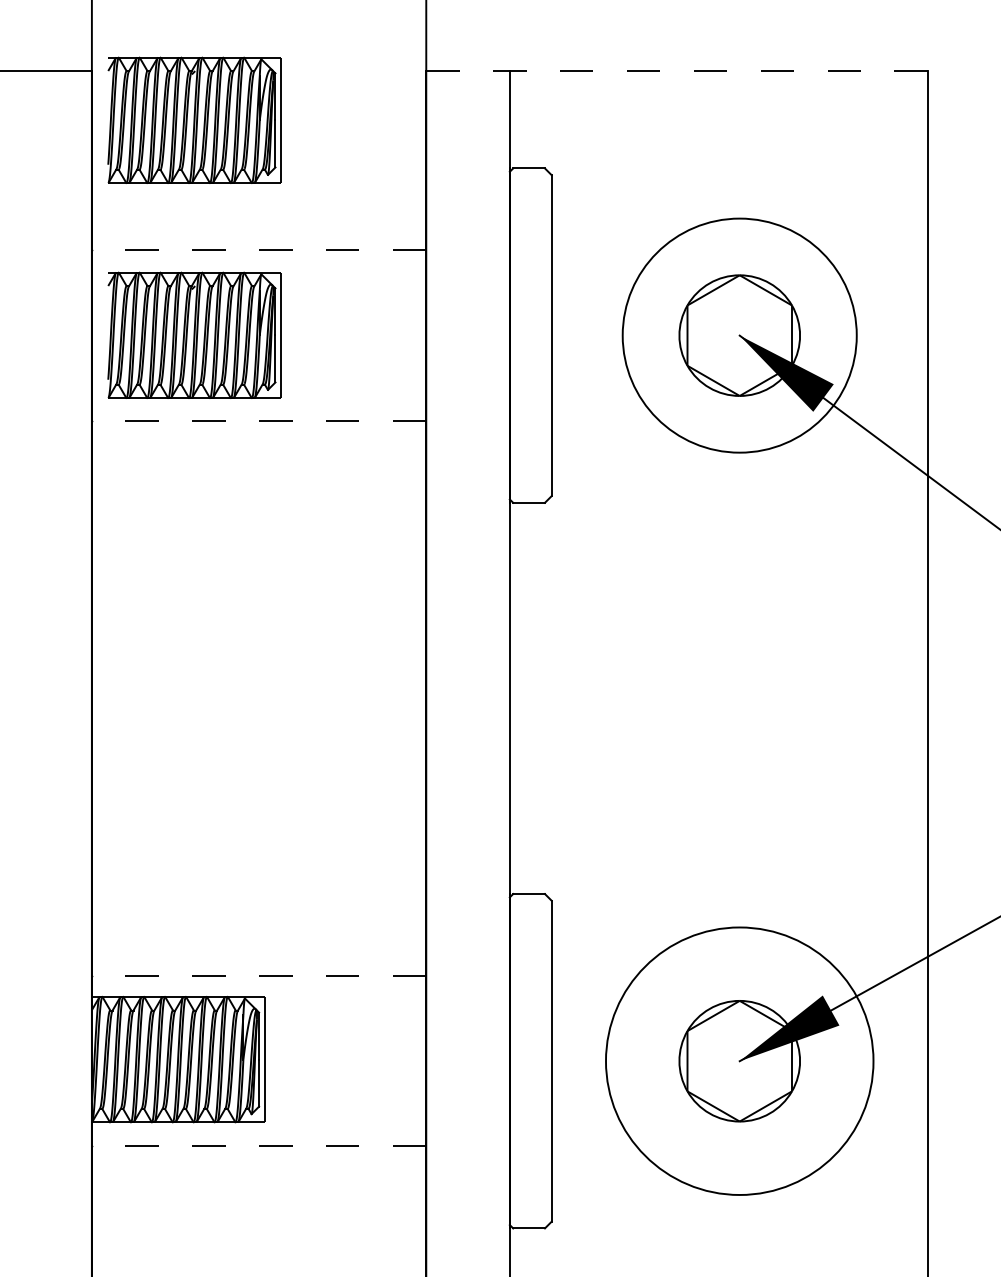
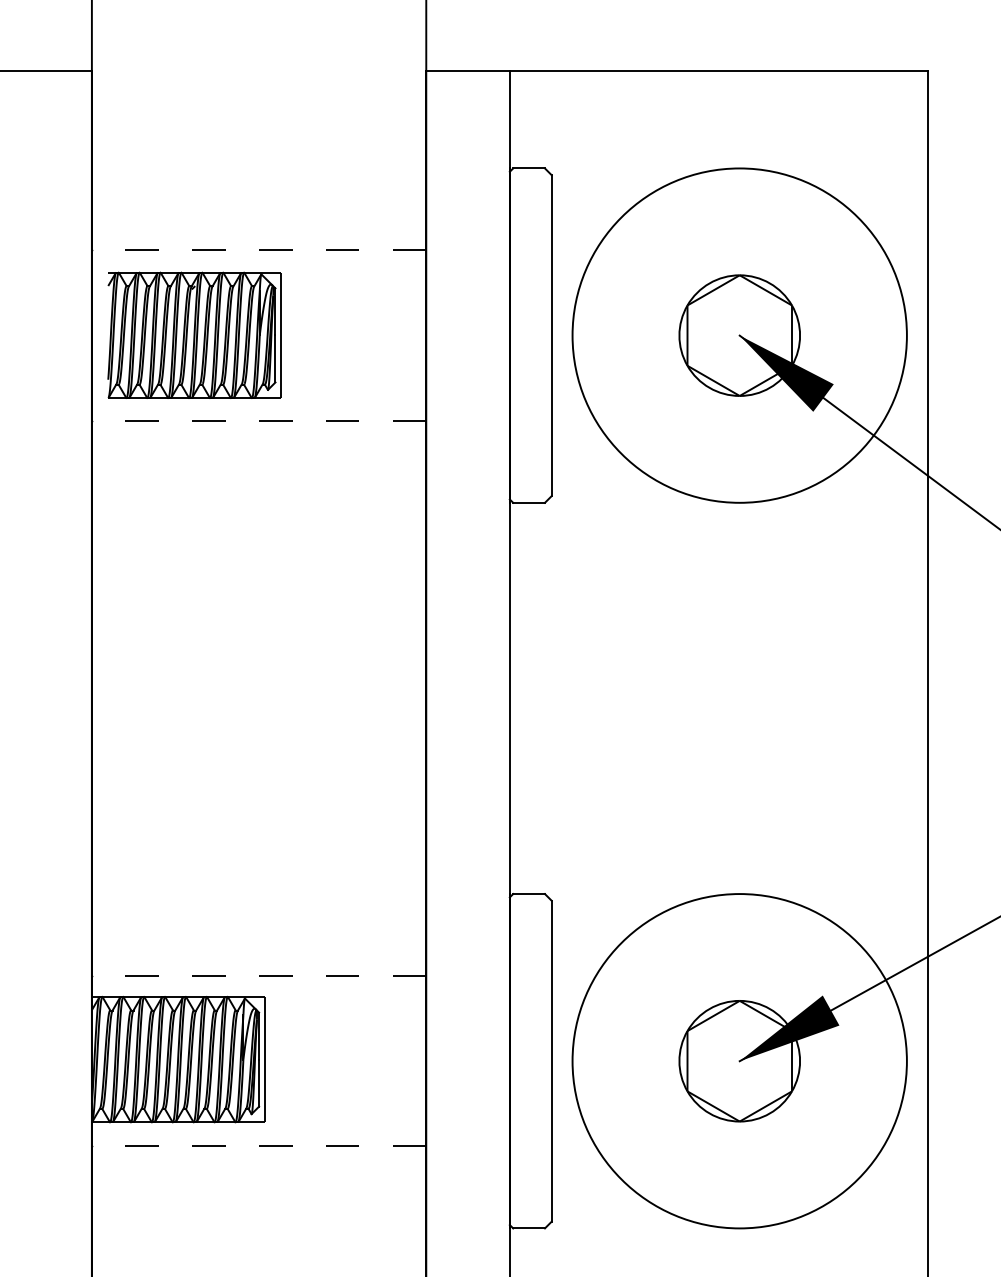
line at (677, 71): dashed -> solid
part at (194, 119): present -> none
circle at (739, 335) diameter: 234 px -> 334 px
circle at (739, 1060) diameter: 267 px -> 334 px
